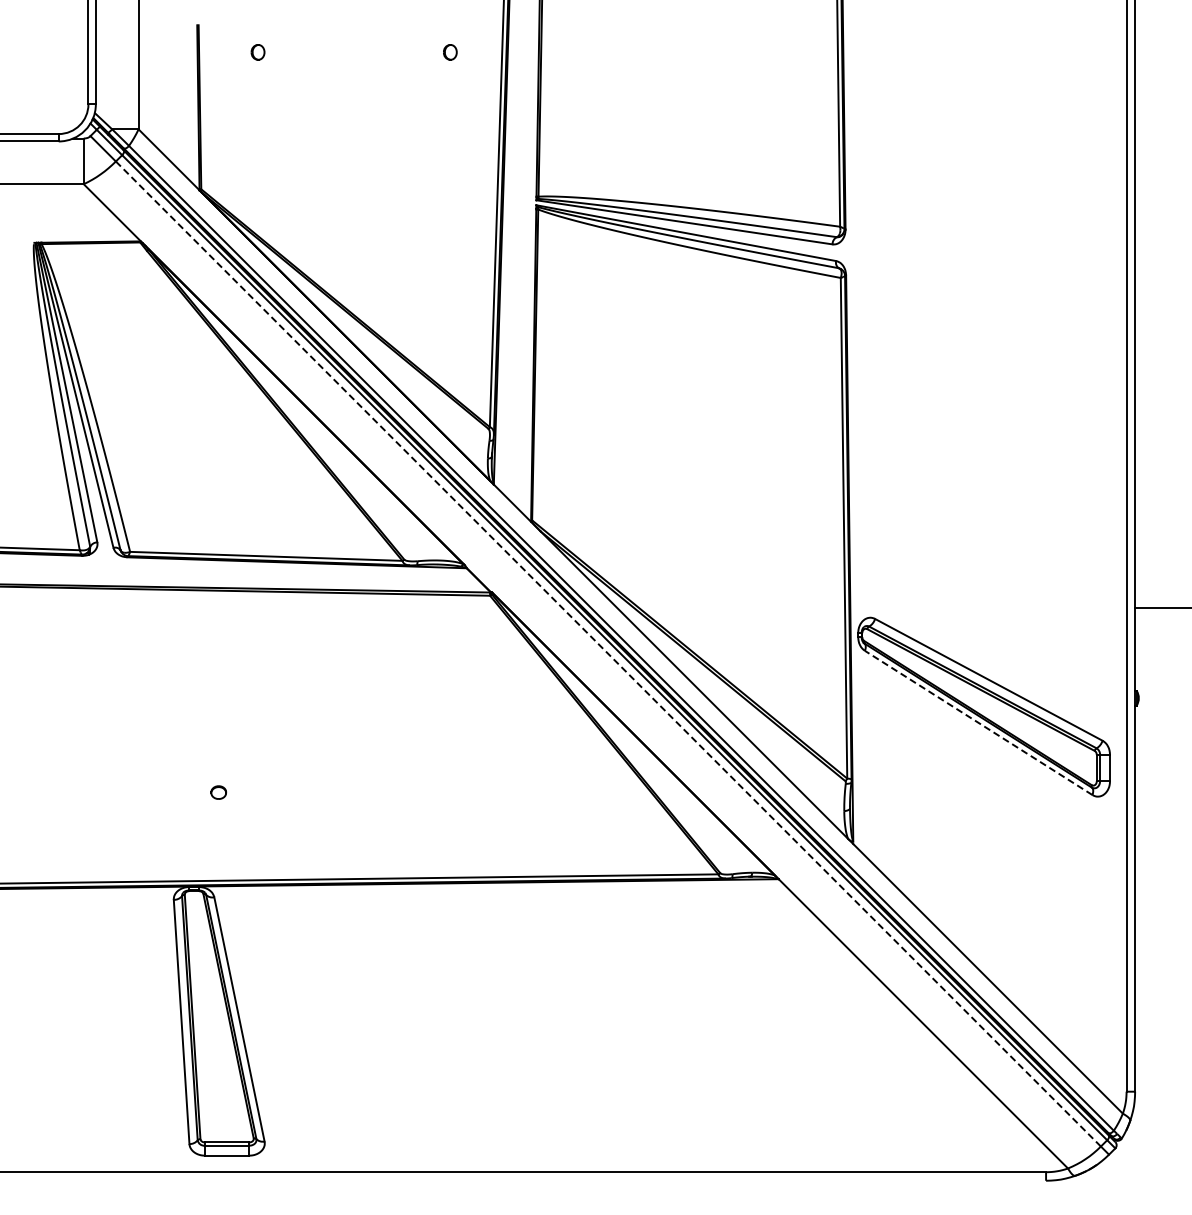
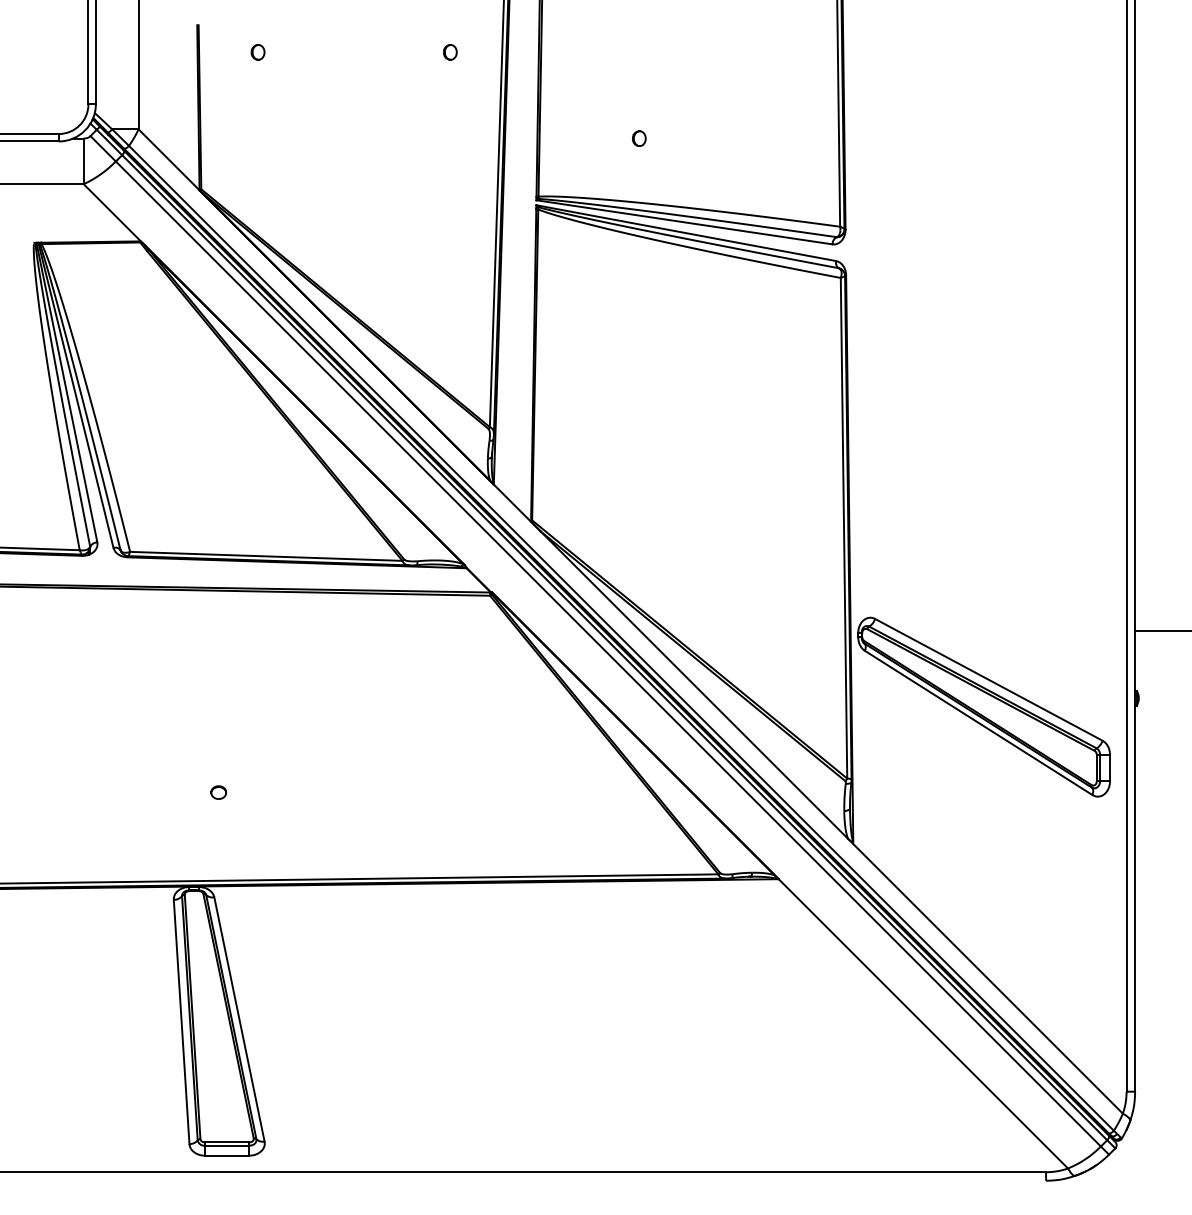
part at (639, 138): none -> present
line at (1161, 607) position: (1161, 607) -> (1161, 630)
line at (608, 654): dashed -> solid
line at (978, 722): dashed -> solid
